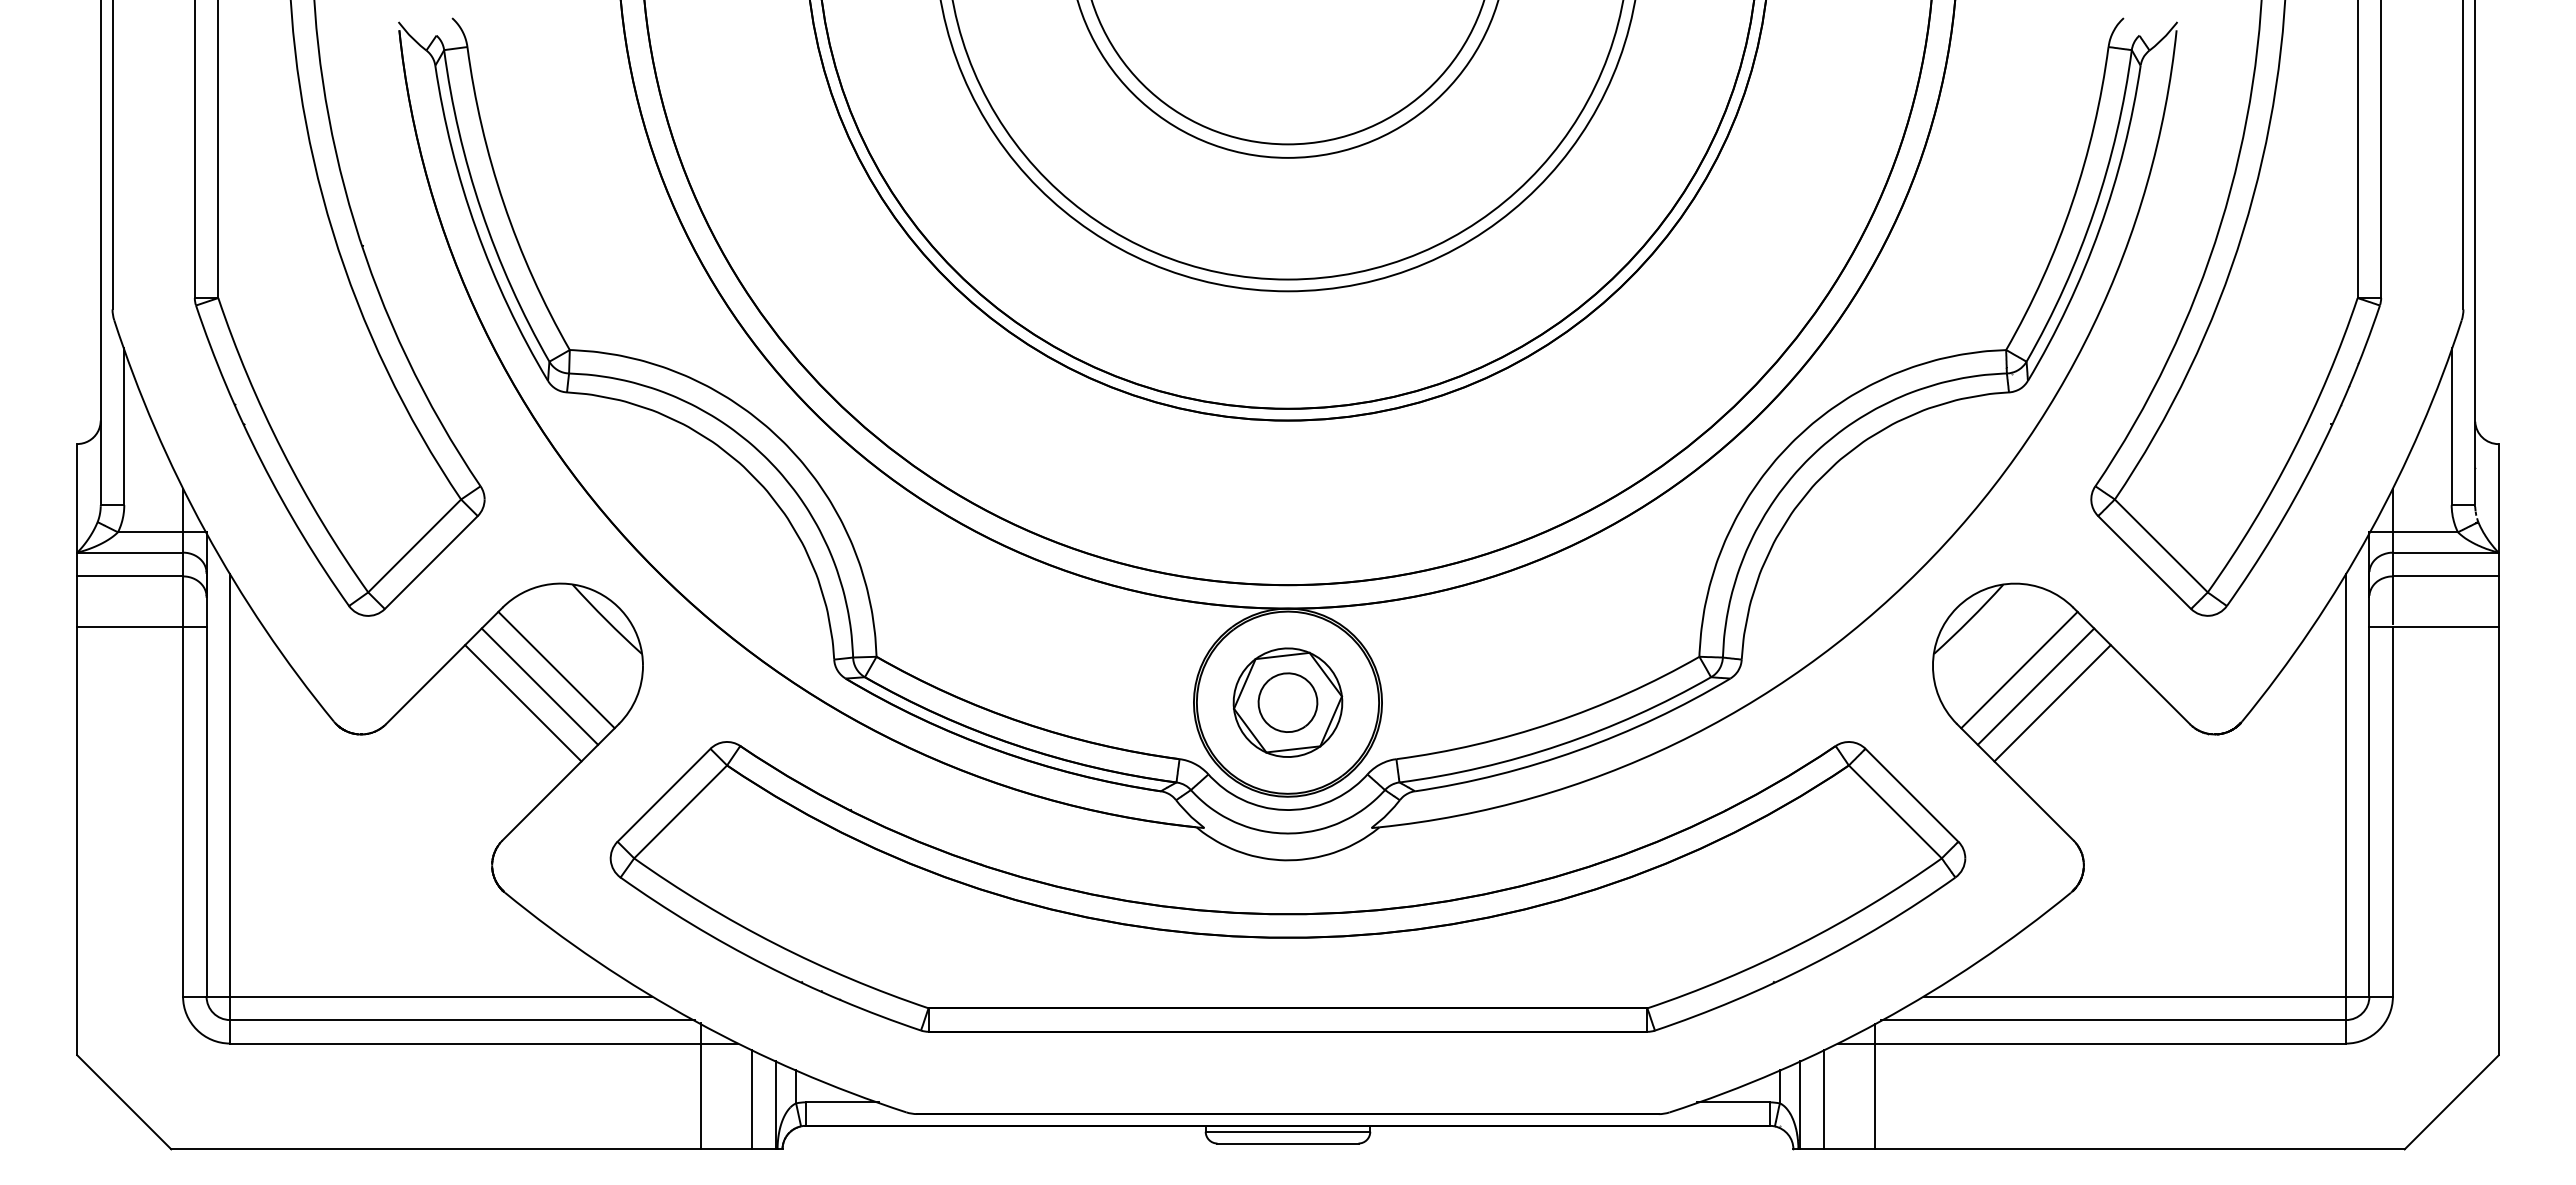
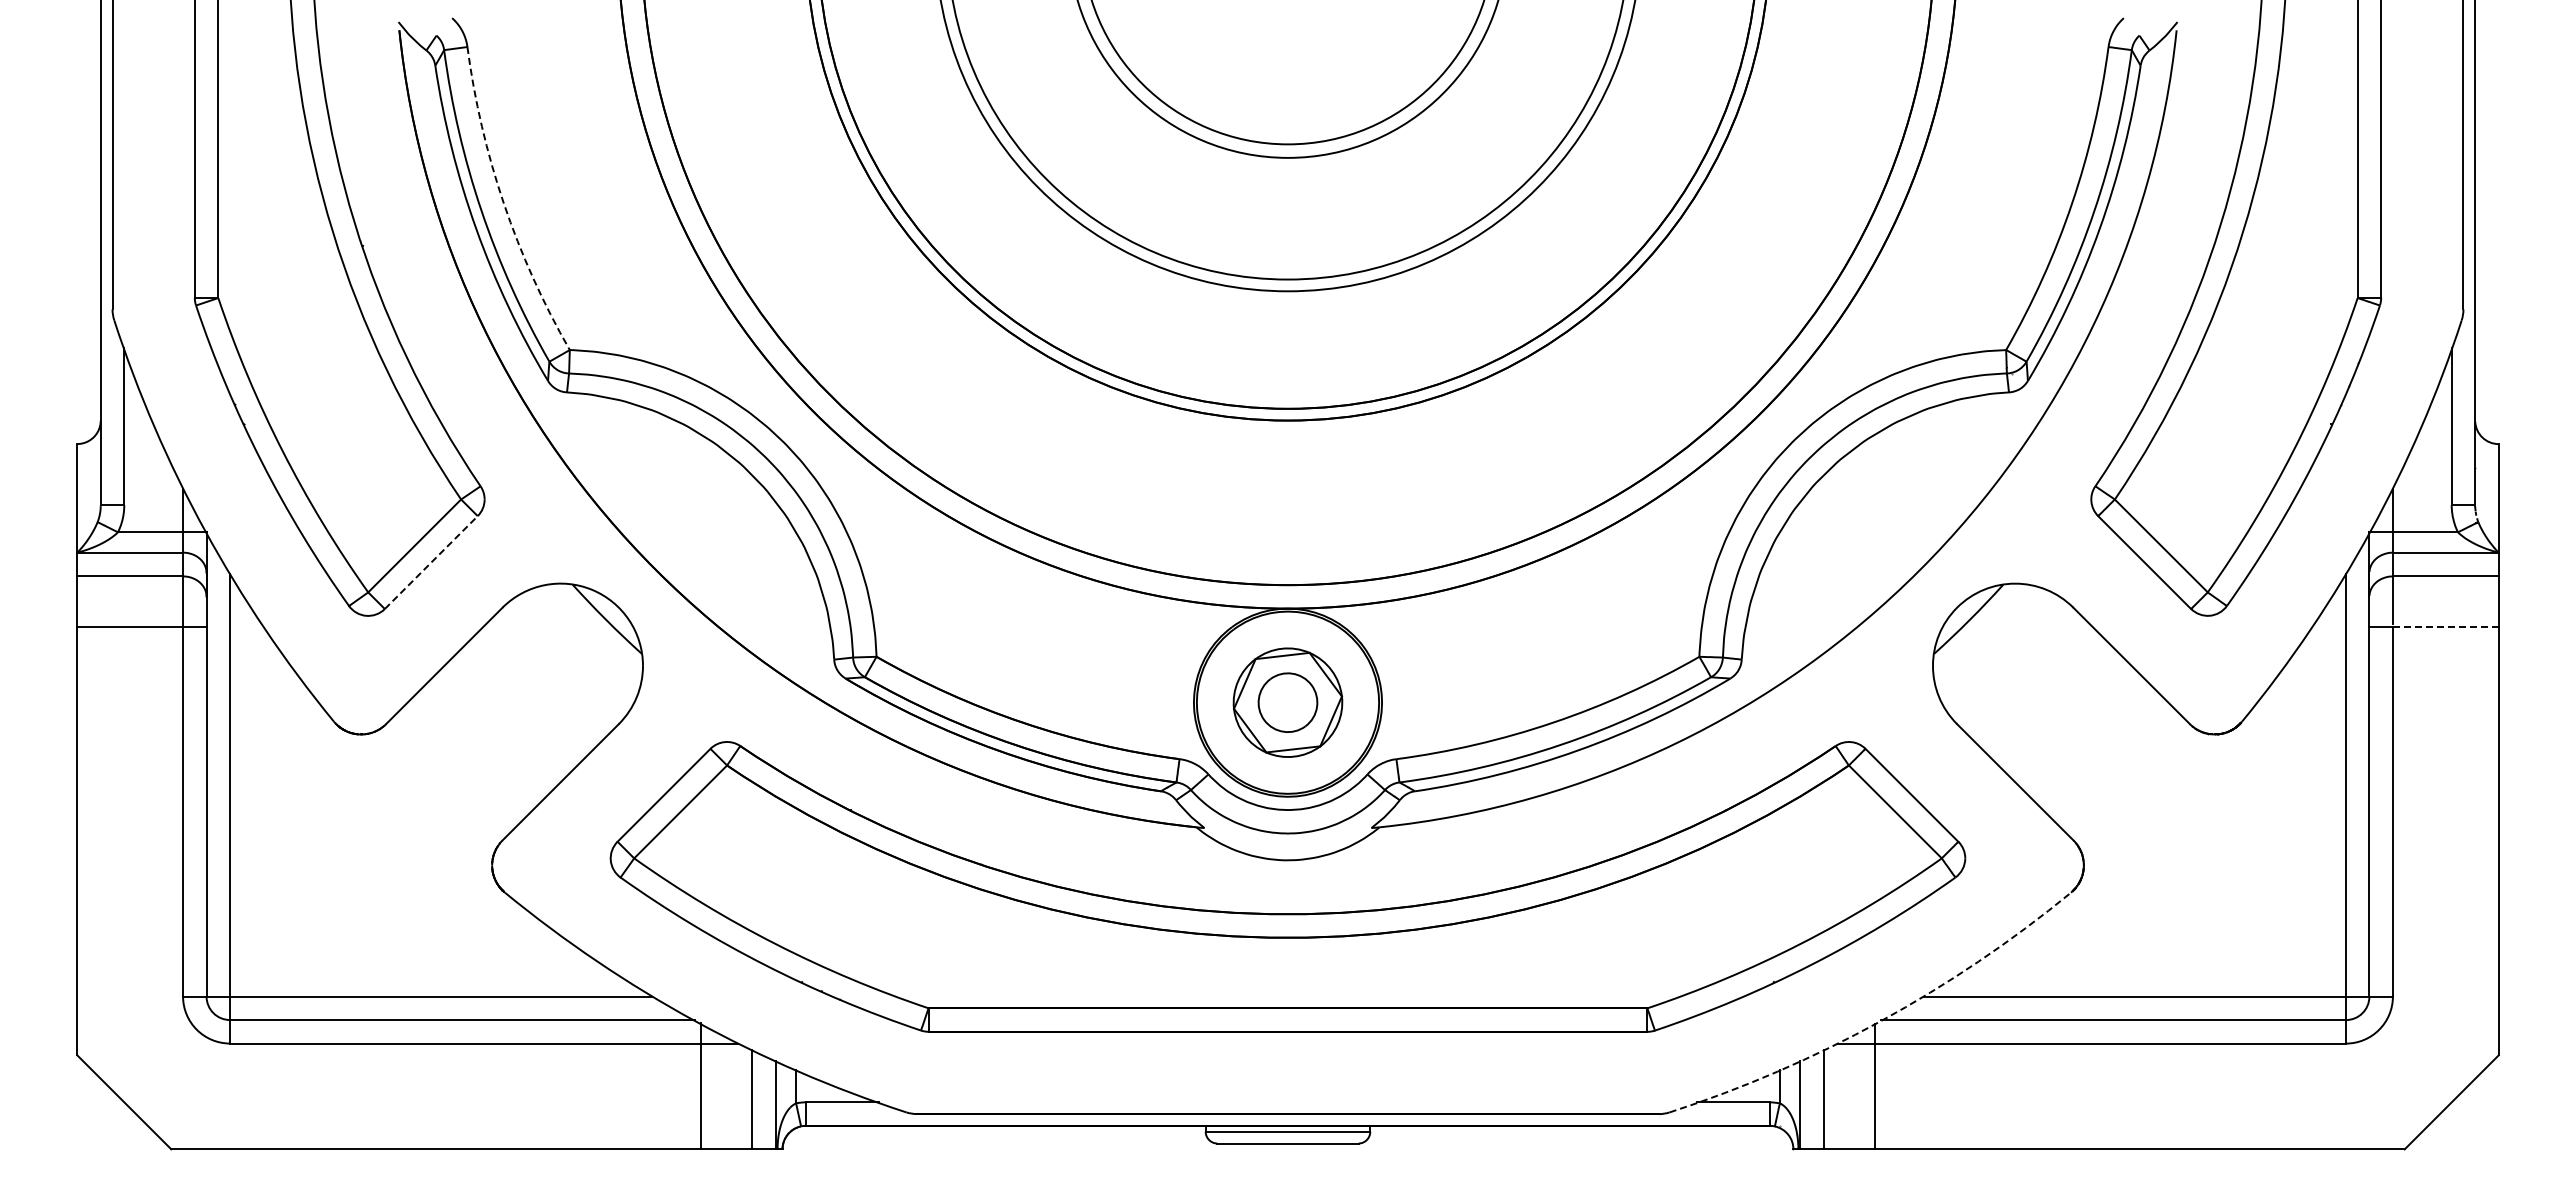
arc at (503, 203): solid -> dashed
line at (431, 562): solid -> dashed
line at (2445, 627): solid -> dashed
line at (556, 669): present -> none
line at (2019, 669): present -> none
line at (539, 686): present -> none
line at (2035, 686): present -> none
line at (523, 703): present -> none
line at (2052, 703): present -> none
arc at (1880, 1021): solid -> dashed
